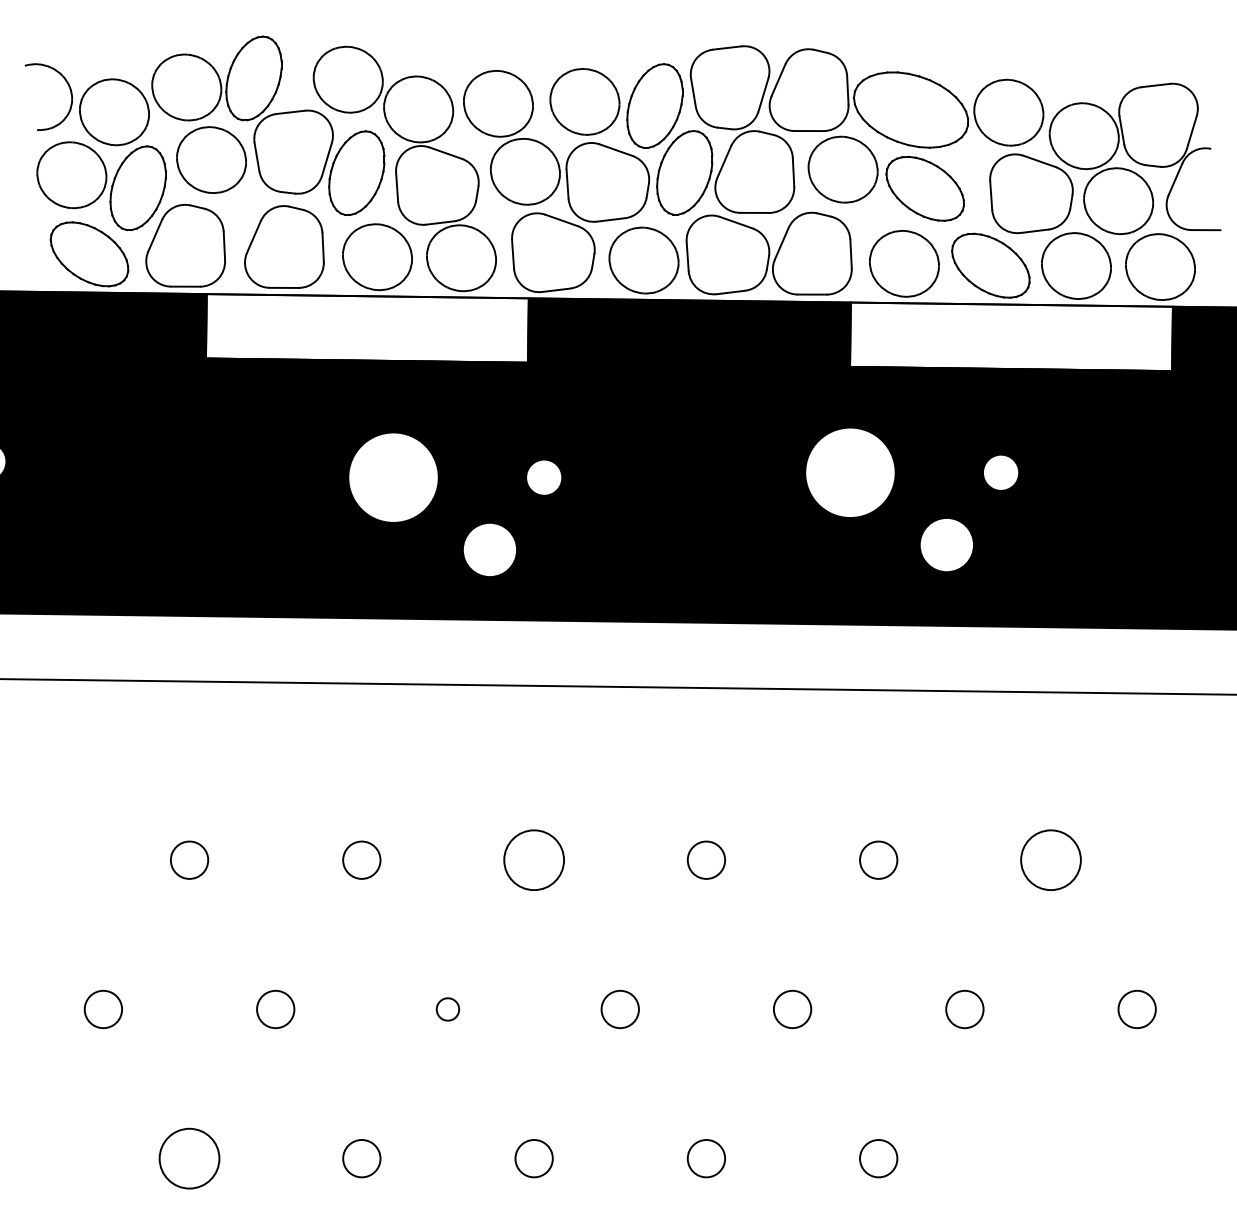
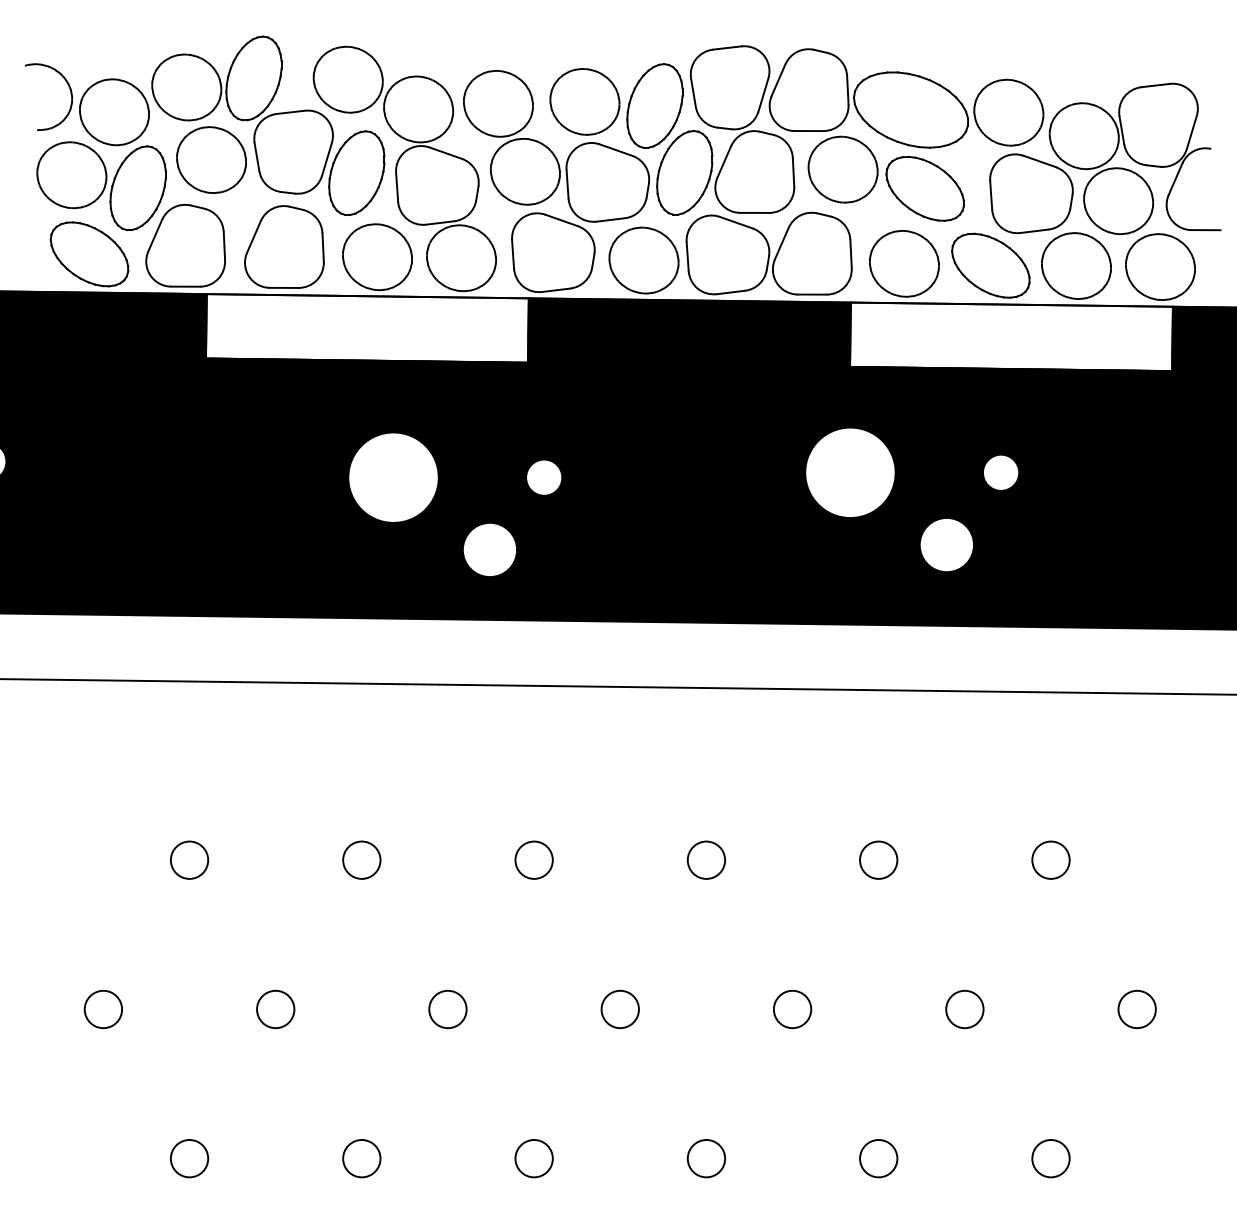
circle at (534, 860) diameter: 60 px -> 37 px
circle at (1050, 860) diameter: 60 px -> 37 px
circle at (447, 1009) diameter: 22 px -> 37 px
circle at (189, 1158) diameter: 60 px -> 37 px
circle at (1050, 1158): none -> present
